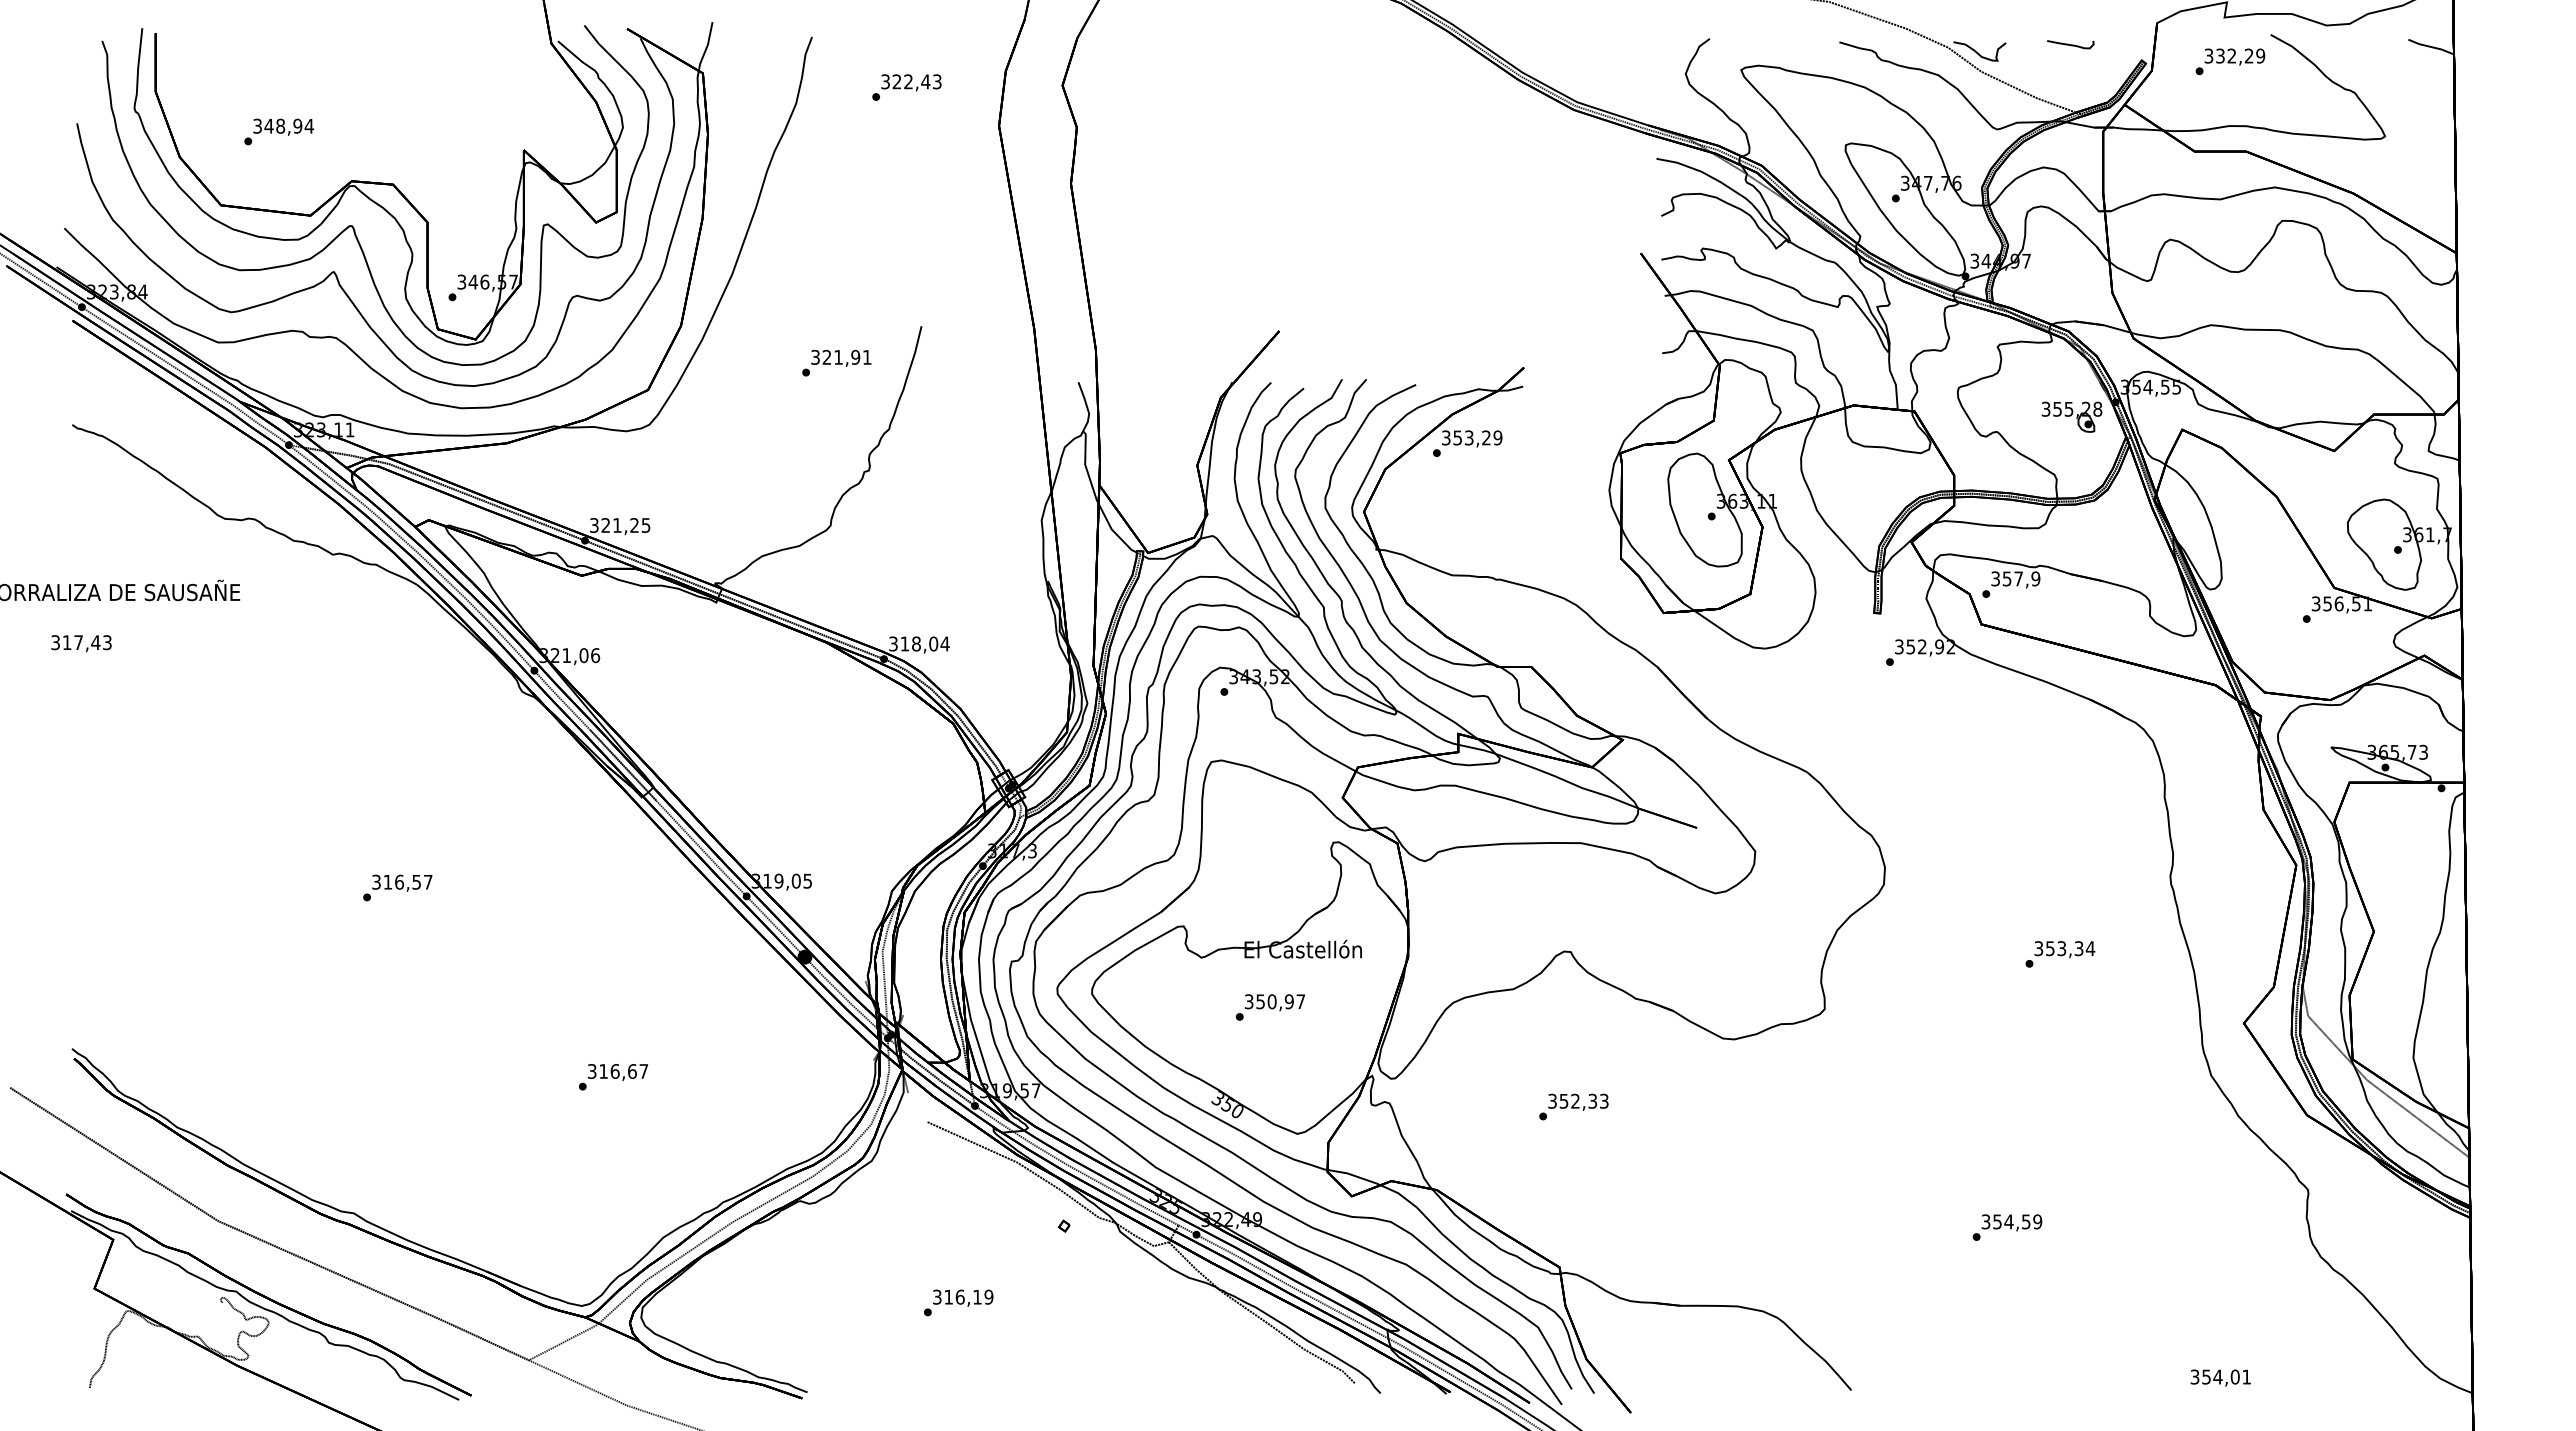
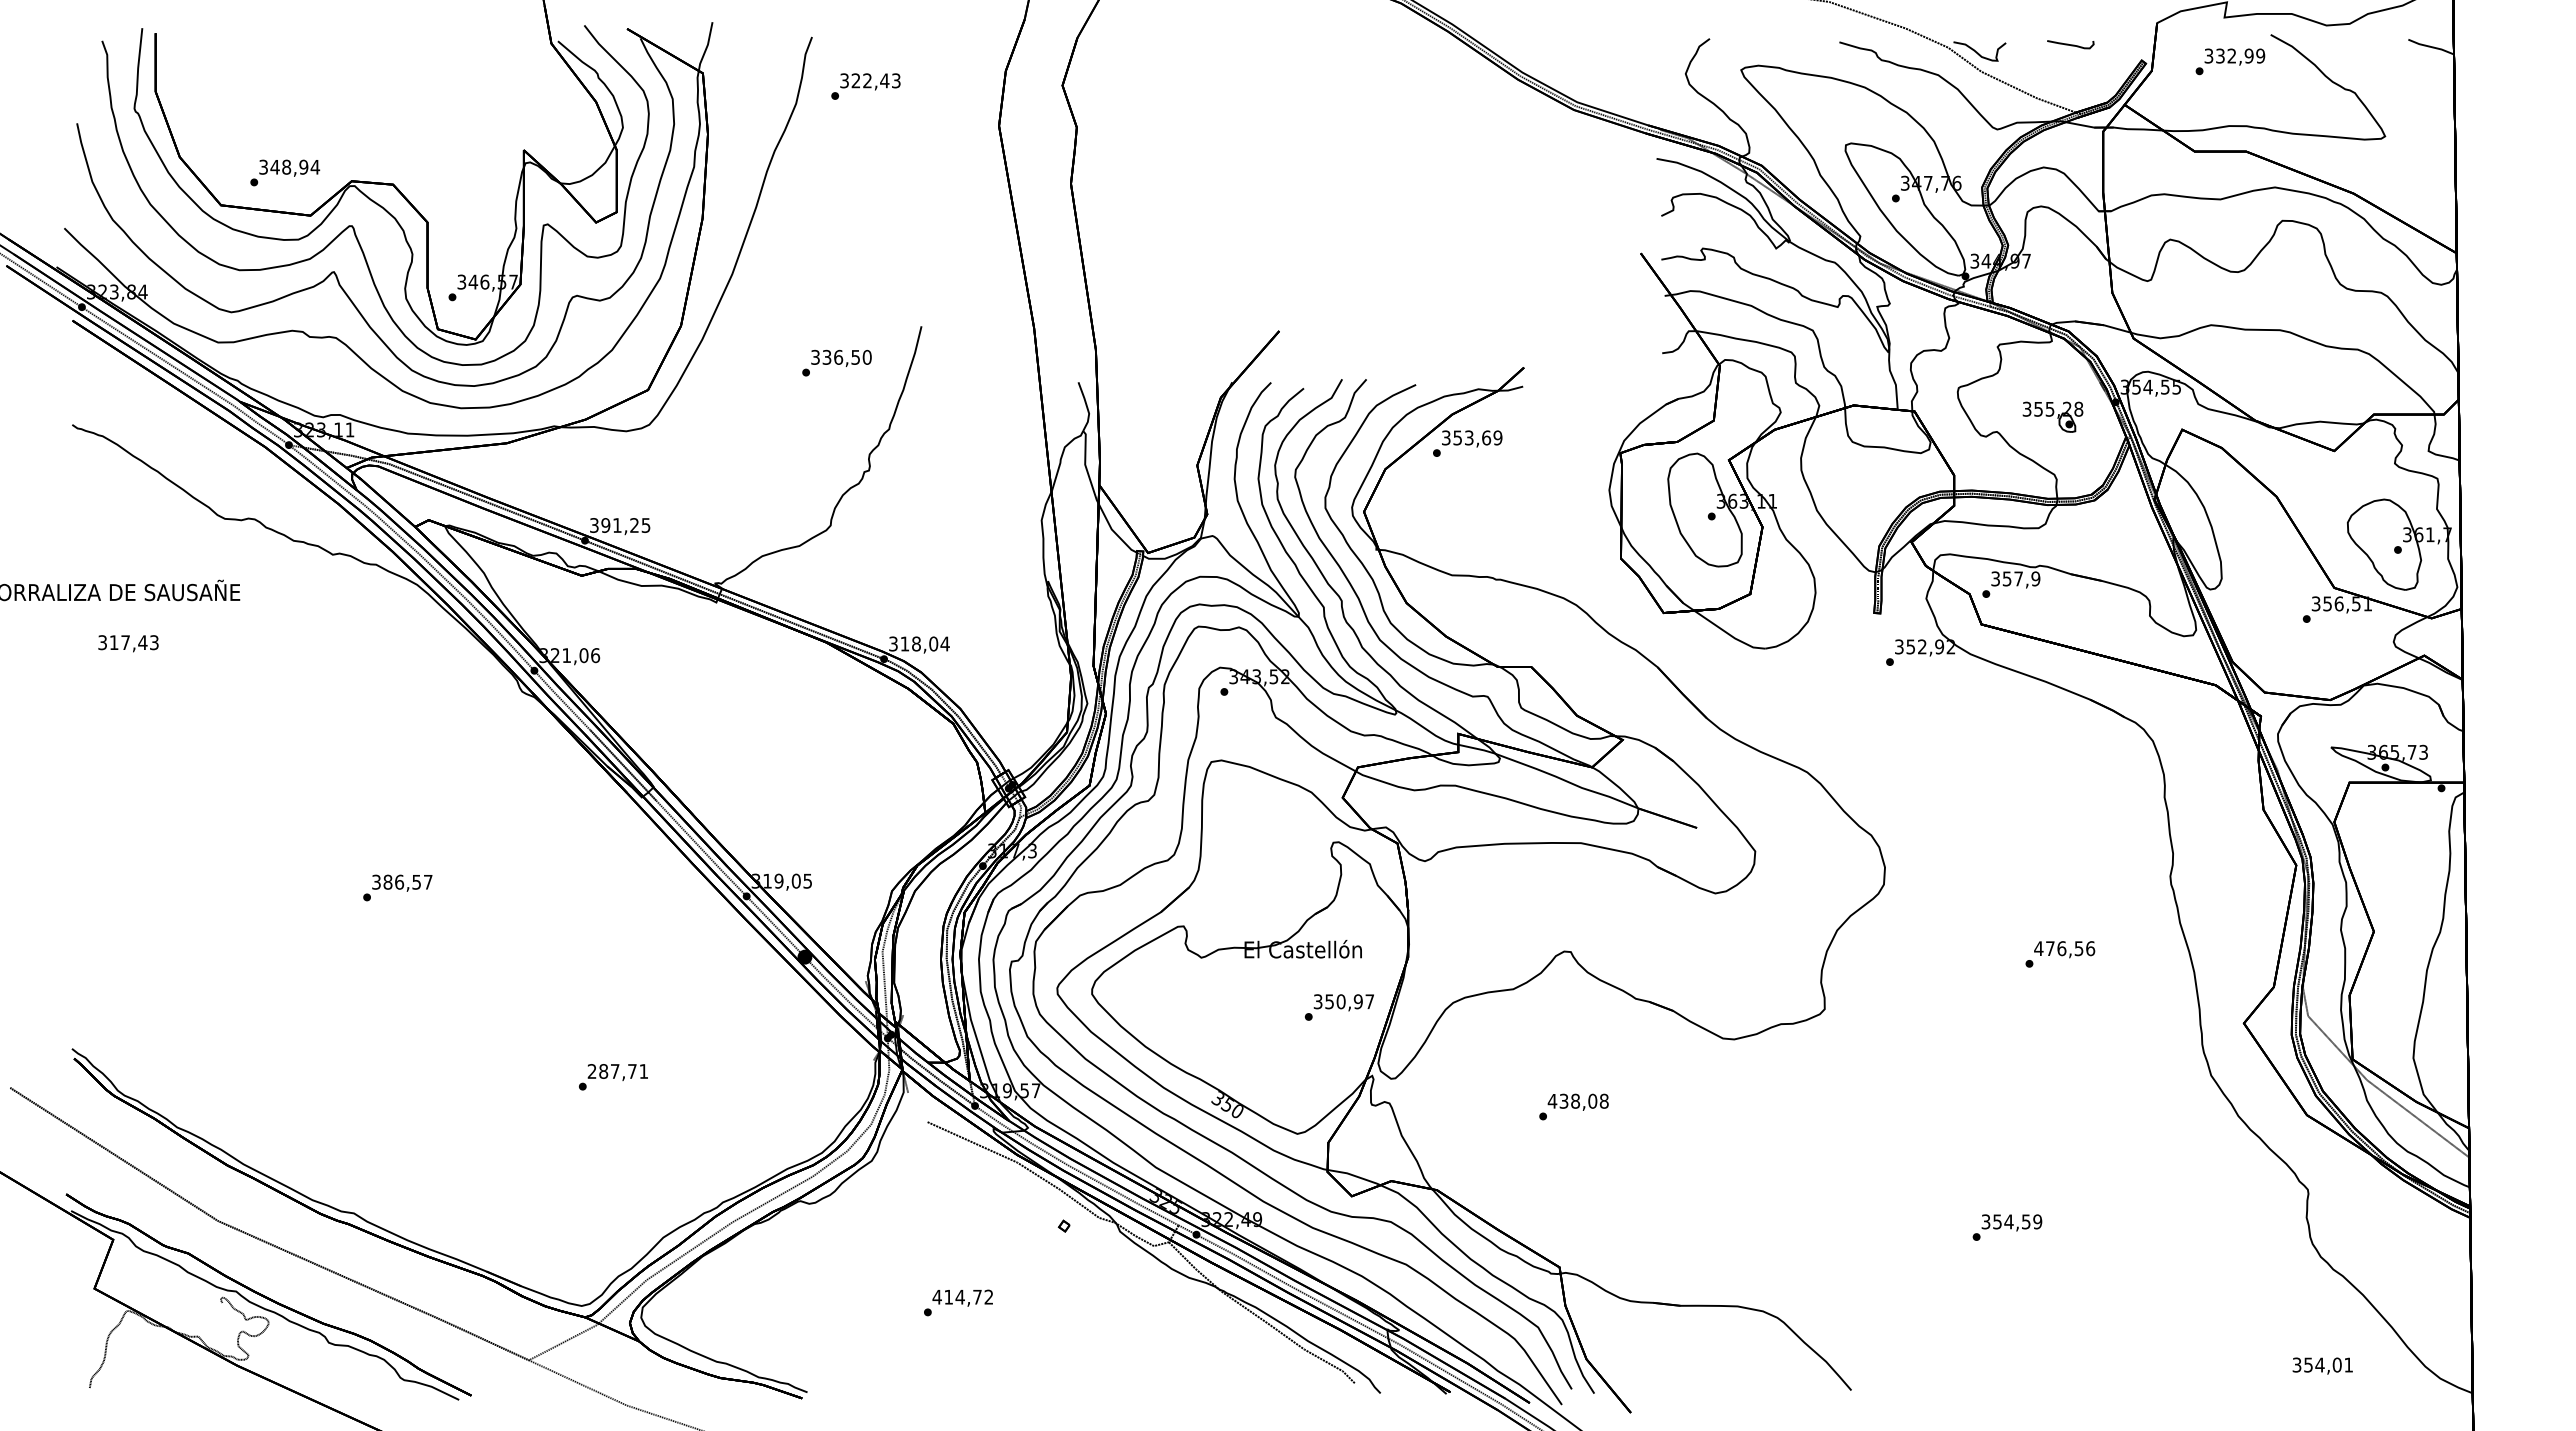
text at (2248, 55): 332,29 -> 332,99
text at (906, 87) position: (906, 87) -> (865, 86)
text at (279, 131) position: (279, 131) -> (285, 172)
text at (846, 356): 321,91 -> 336,50
part at (2071, 416) position: (2071, 416) -> (2052, 416)
text at (1486, 437): 353,29 -> 353,69
text at (605, 525): 321,25 -> 391,25
text at (81, 643) position: (81, 643) -> (128, 643)
text at (387, 881): 316,57 -> 386,57
text at (2064, 948): 353,34 -> 476,56
text at (1269, 1007) position: (1269, 1007) -> (1338, 1007)
text at (617, 1071): 316,67 -> 287,71
text at (1577, 1100): 352,33 -> 438,08
text at (962, 1296): 316,19 -> 414,72
text at (2220, 1377) position: (2220, 1377) -> (2322, 1365)
